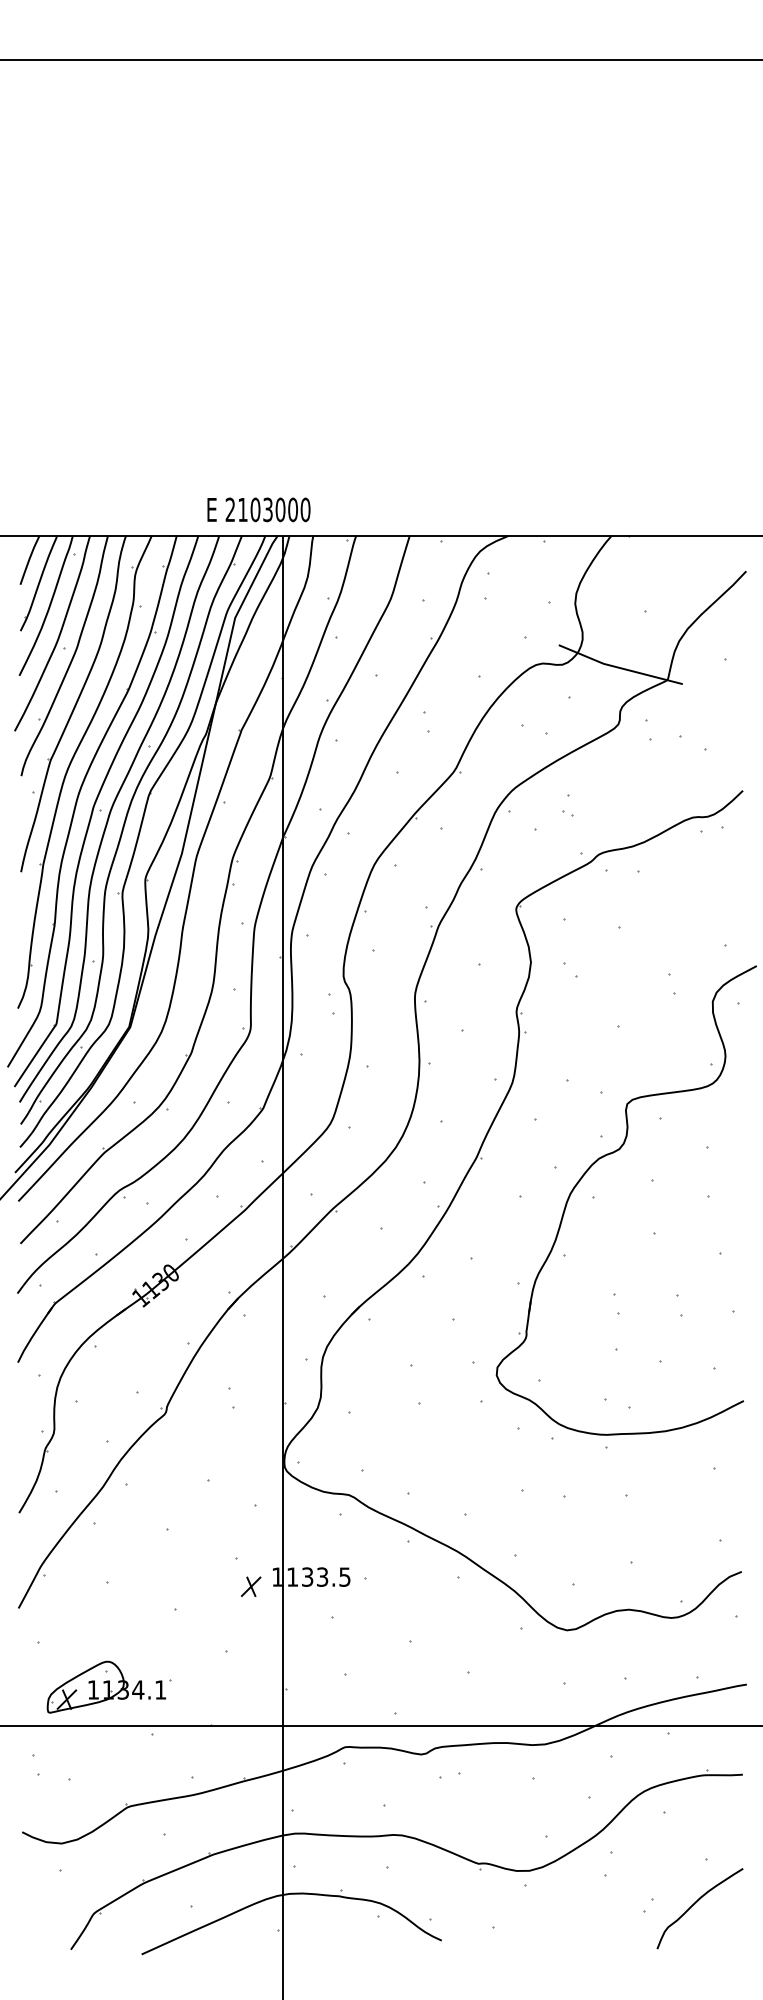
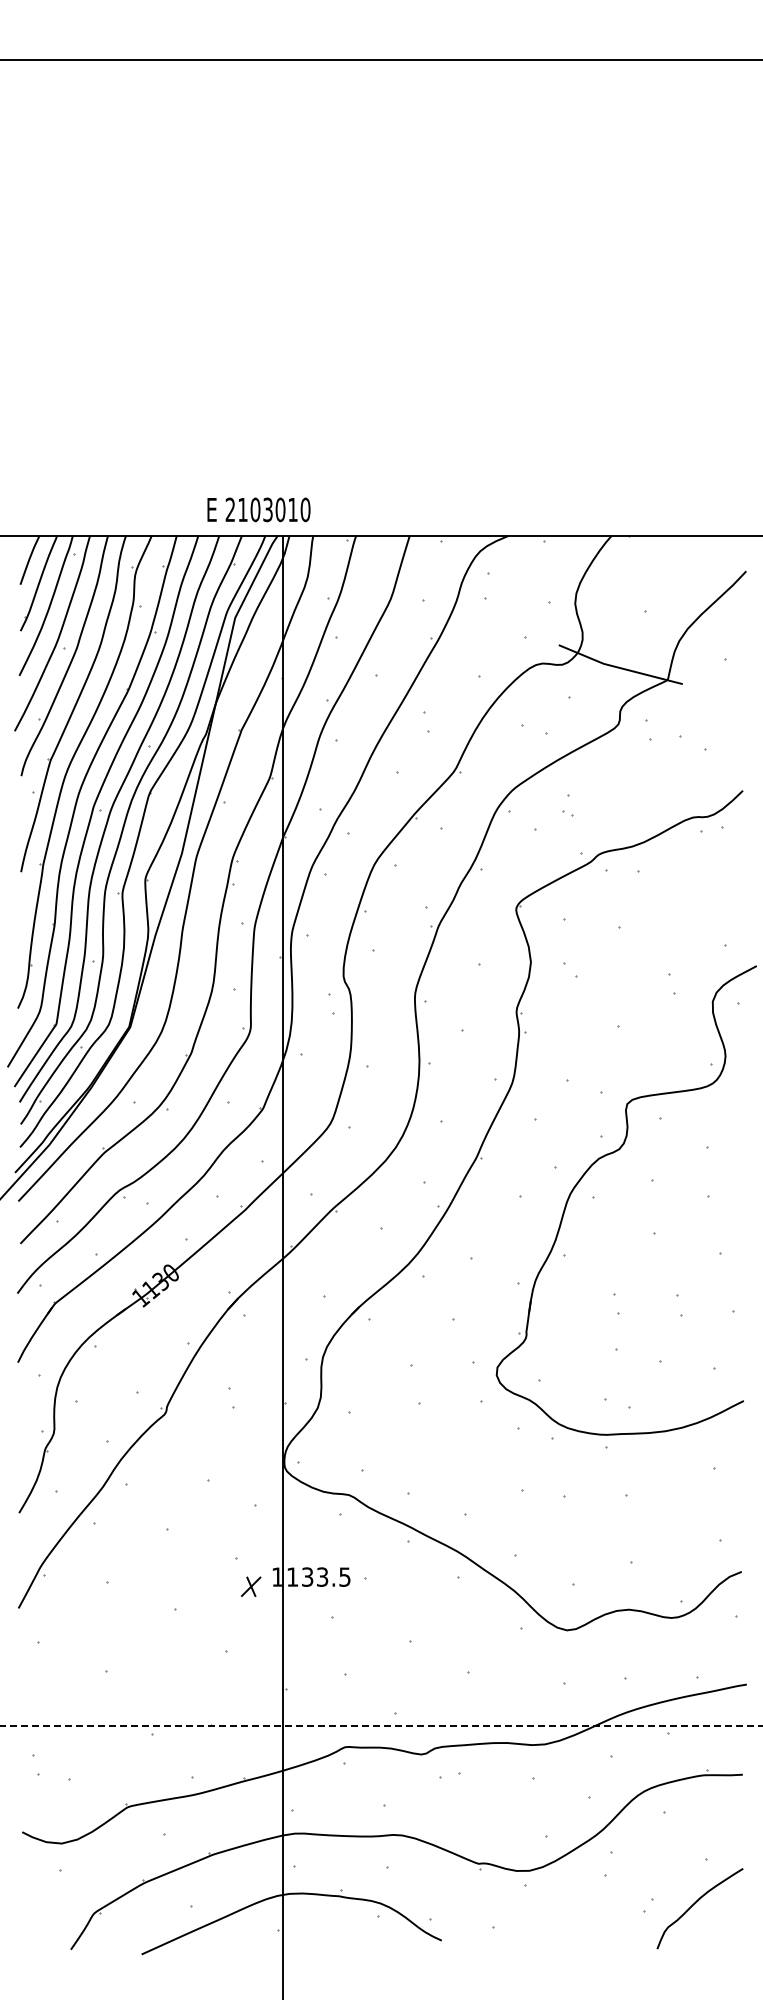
text at (292, 509): 2103000 -> 2103010
part at (108, 1686): present -> none
line at (381, 1726): solid -> dashed
